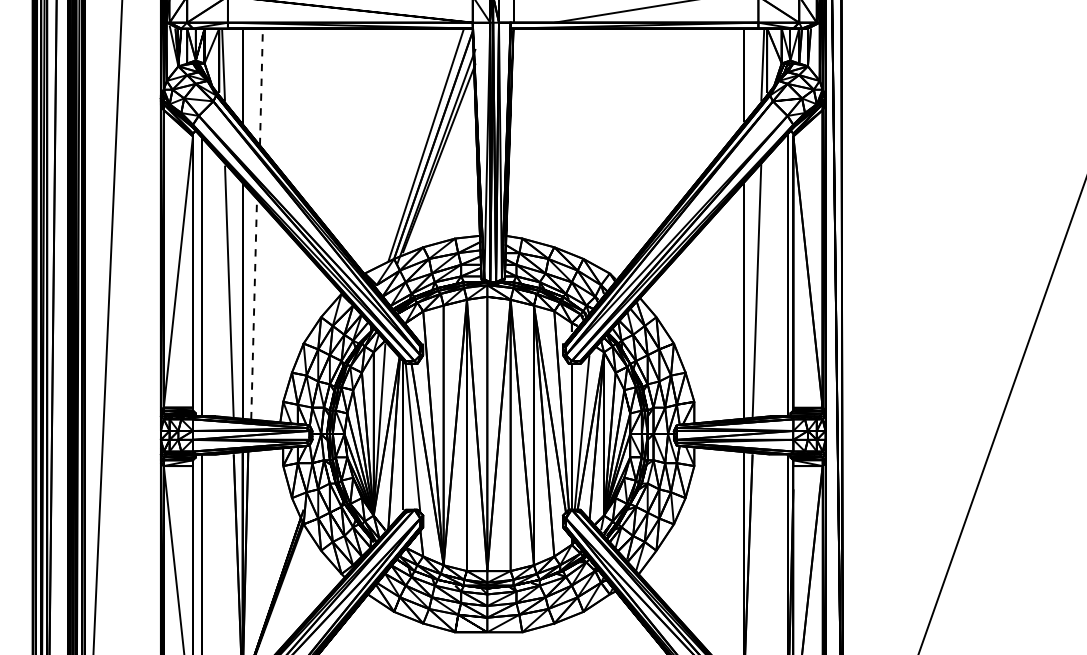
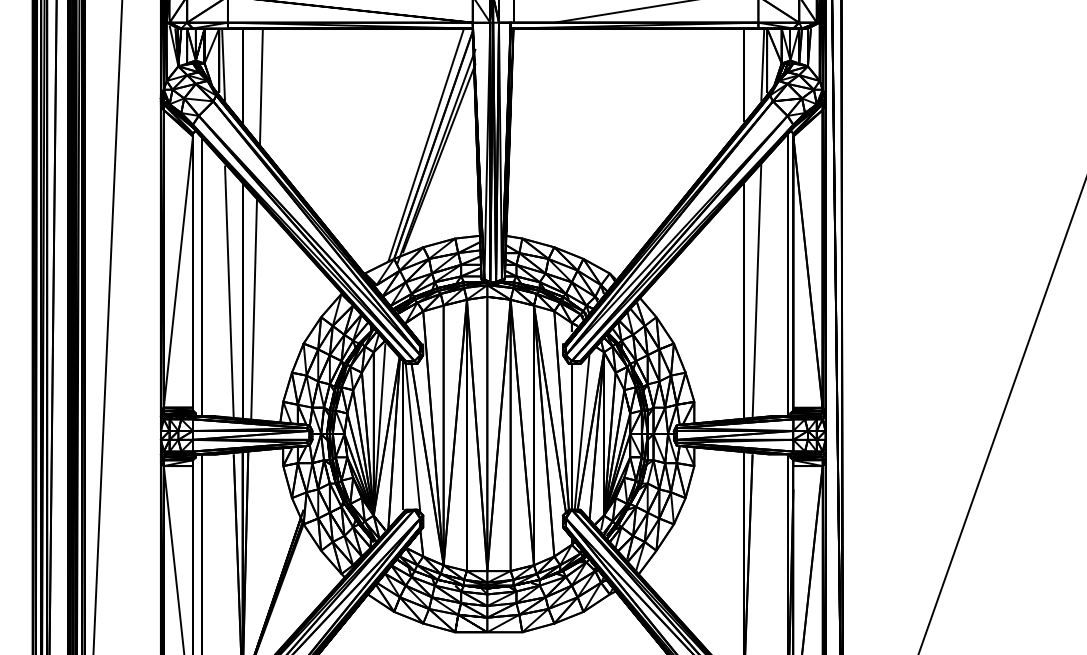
line at (261, 86): dashed -> solid
line at (254, 308): dashed -> solid
